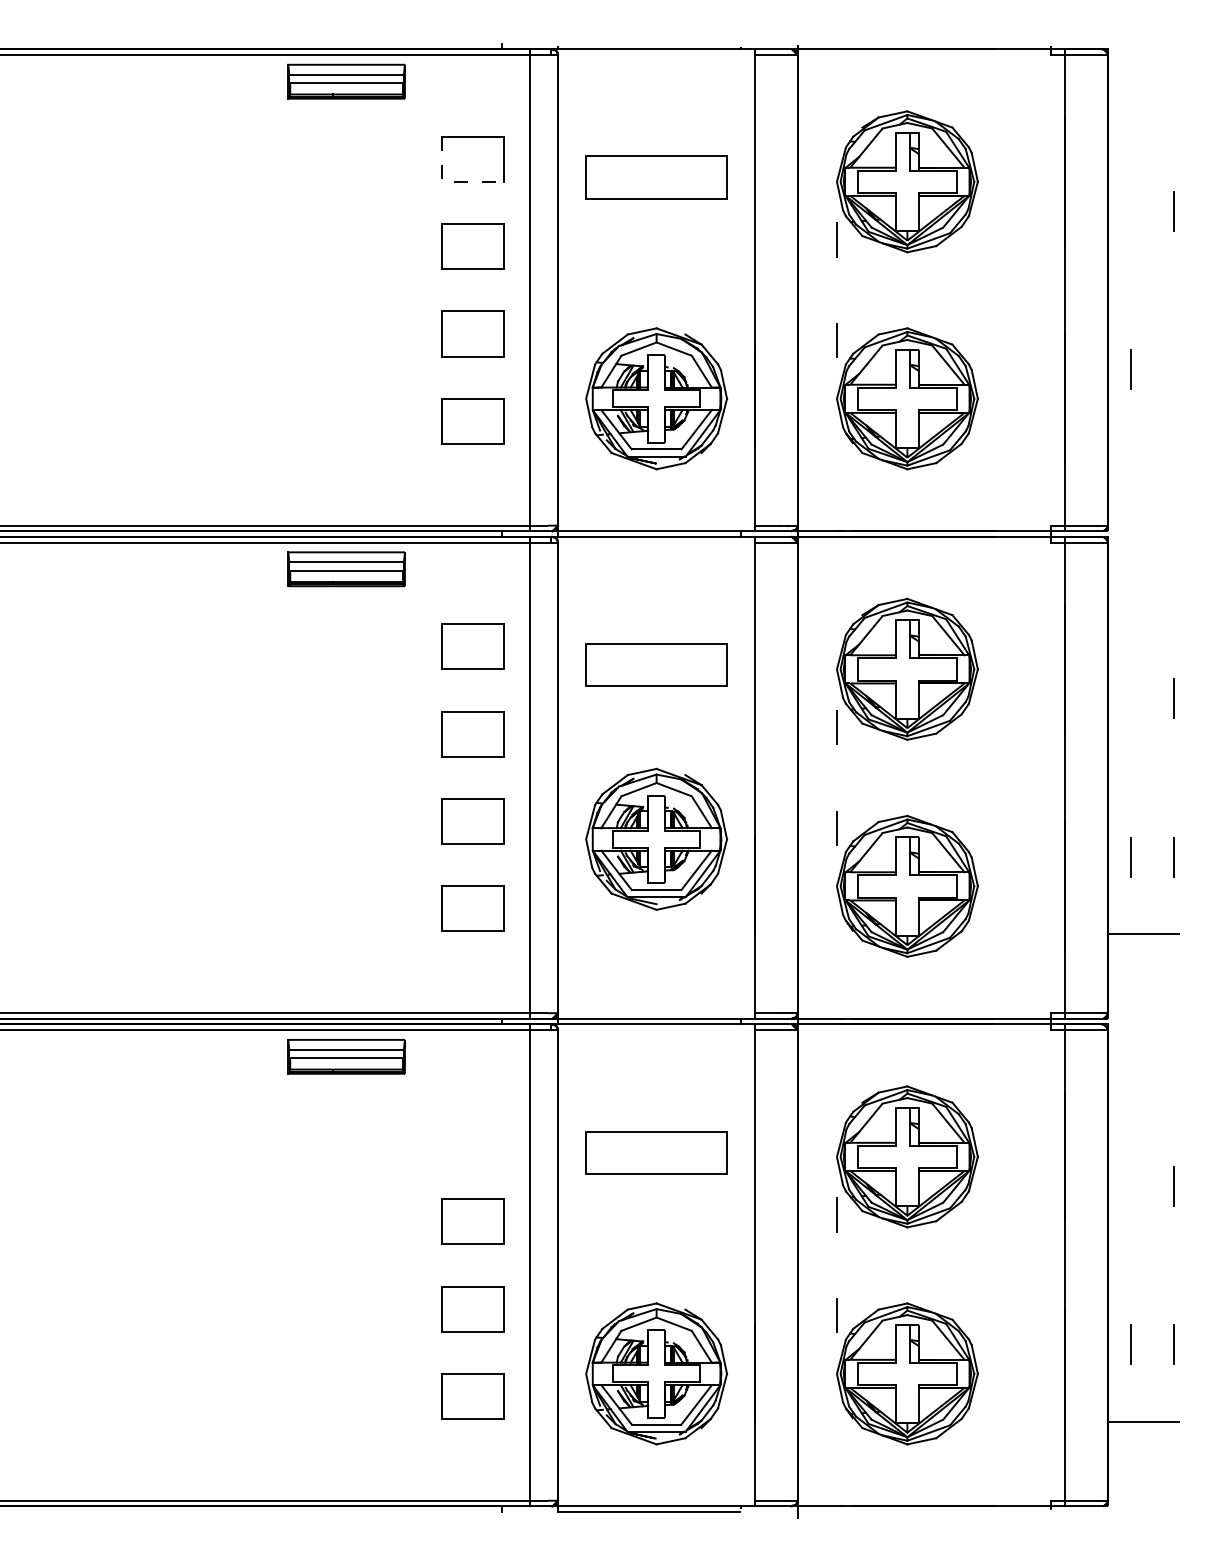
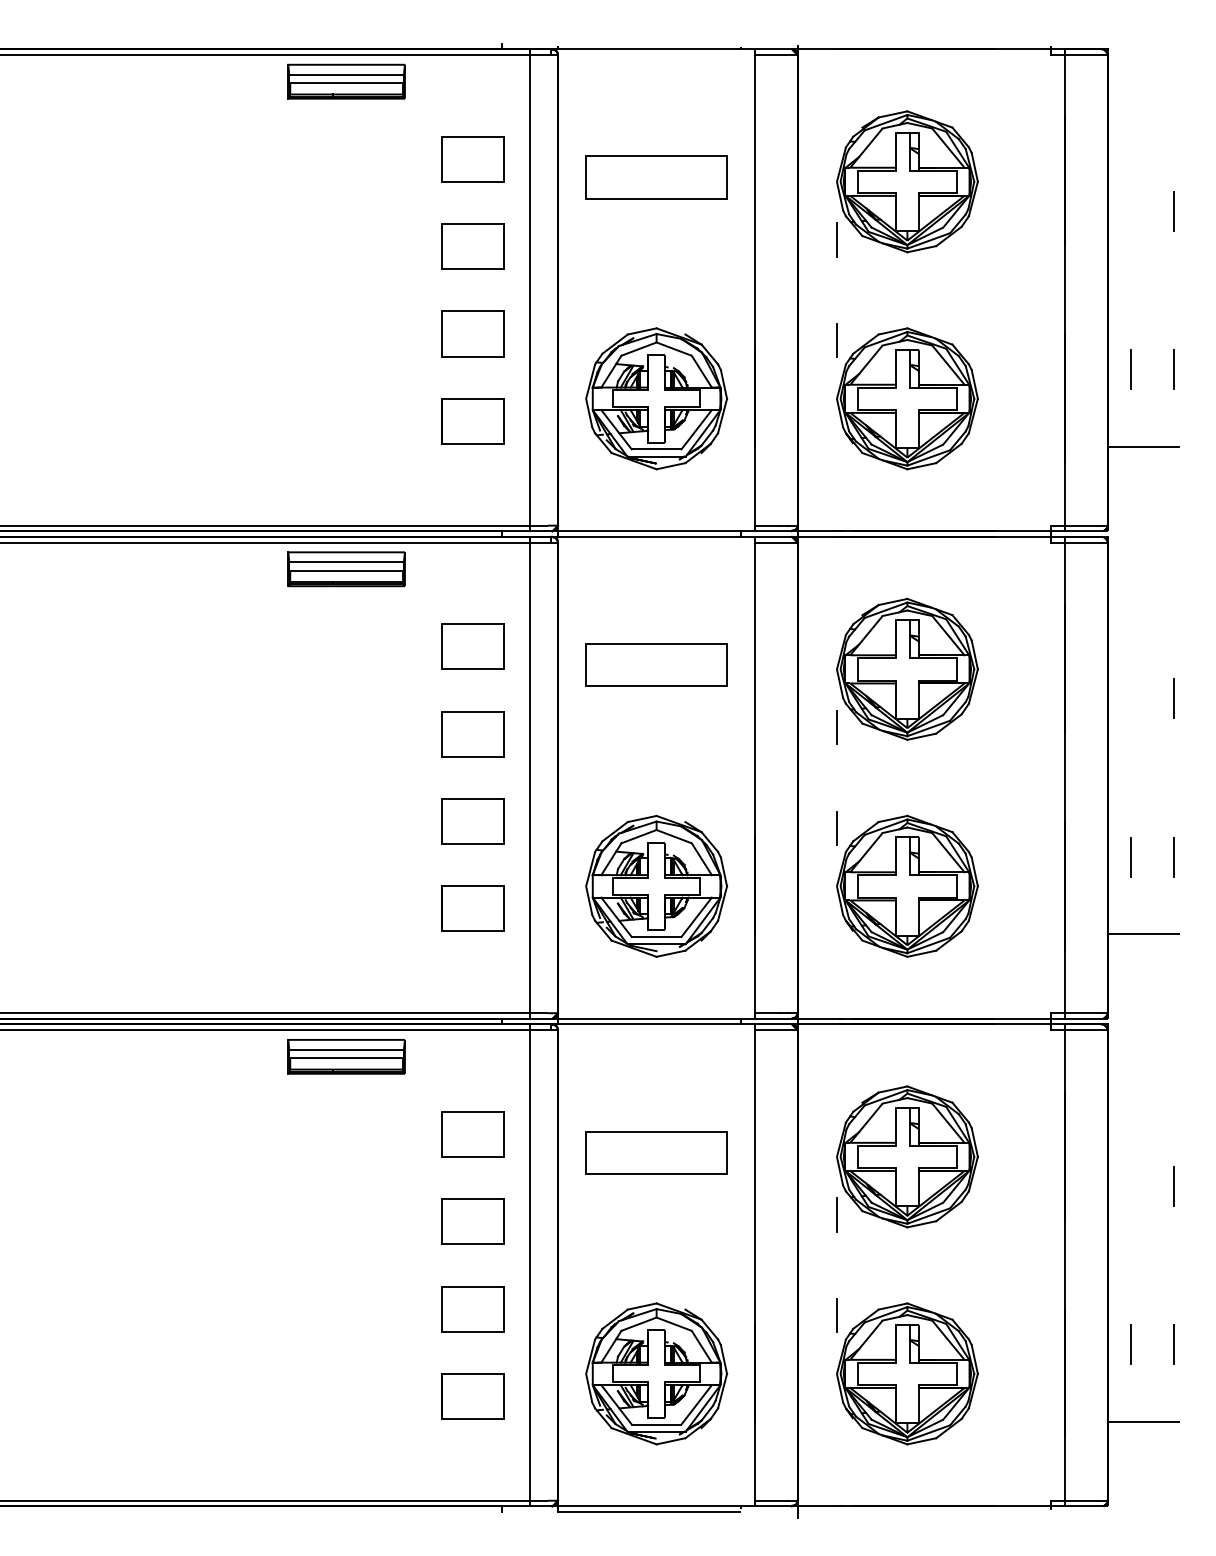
line at (450, 181): dashed -> solid
line at (1173, 369): none -> present
line at (1143, 446): none -> present
part at (656, 838) position: (656, 838) -> (656, 885)
part at (472, 1134): none -> present
